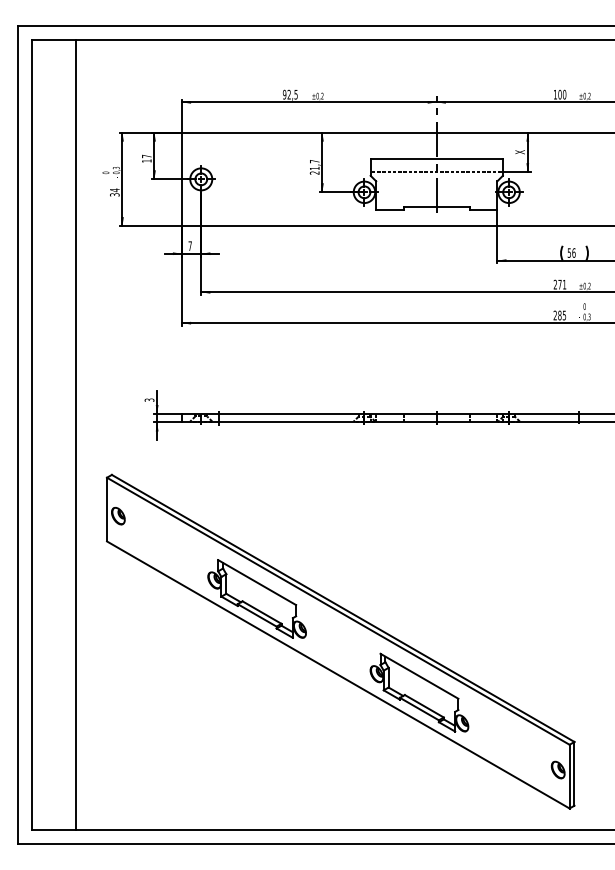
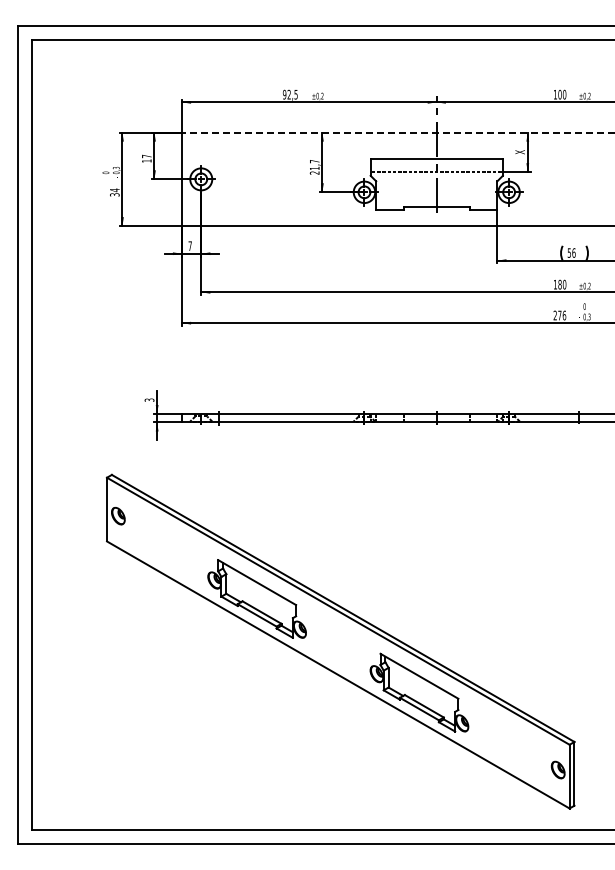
line at (397, 132): solid -> dashed
text at (559, 284): 271 -> 180
text at (562, 315): 285 -> 276
line at (76, 434): present -> none
